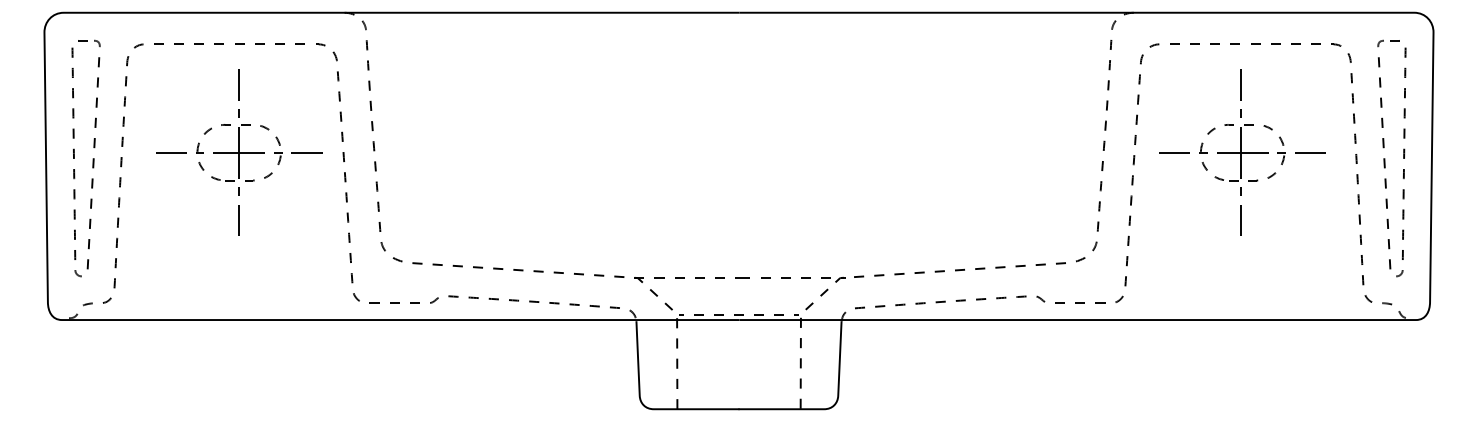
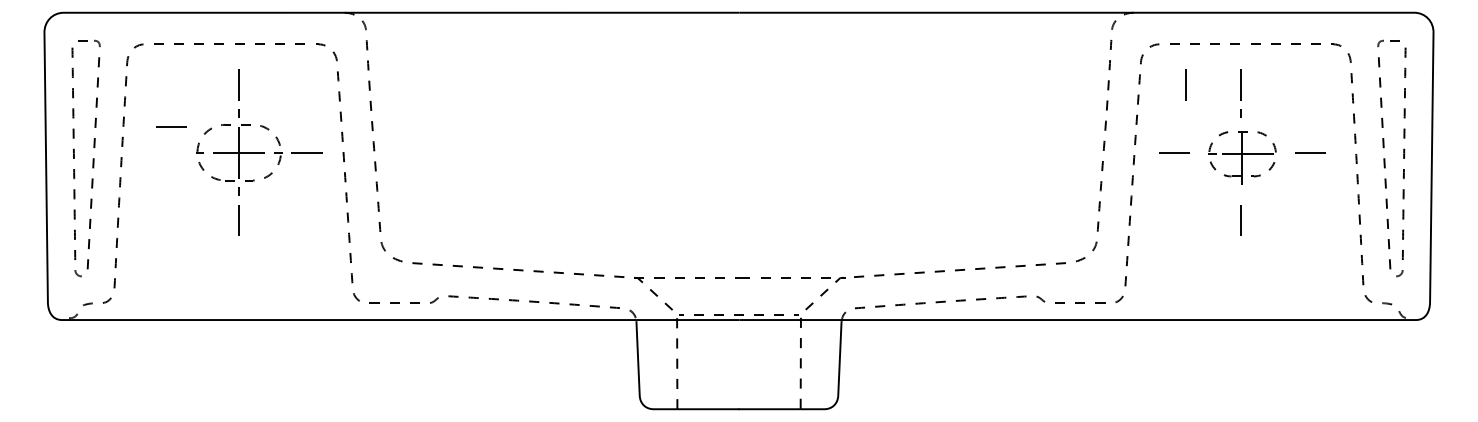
line at (1185, 84): none -> present
line at (171, 152) position: (171, 152) -> (171, 126)
part at (1242, 159) size: 87x72 px -> 69x54 px
